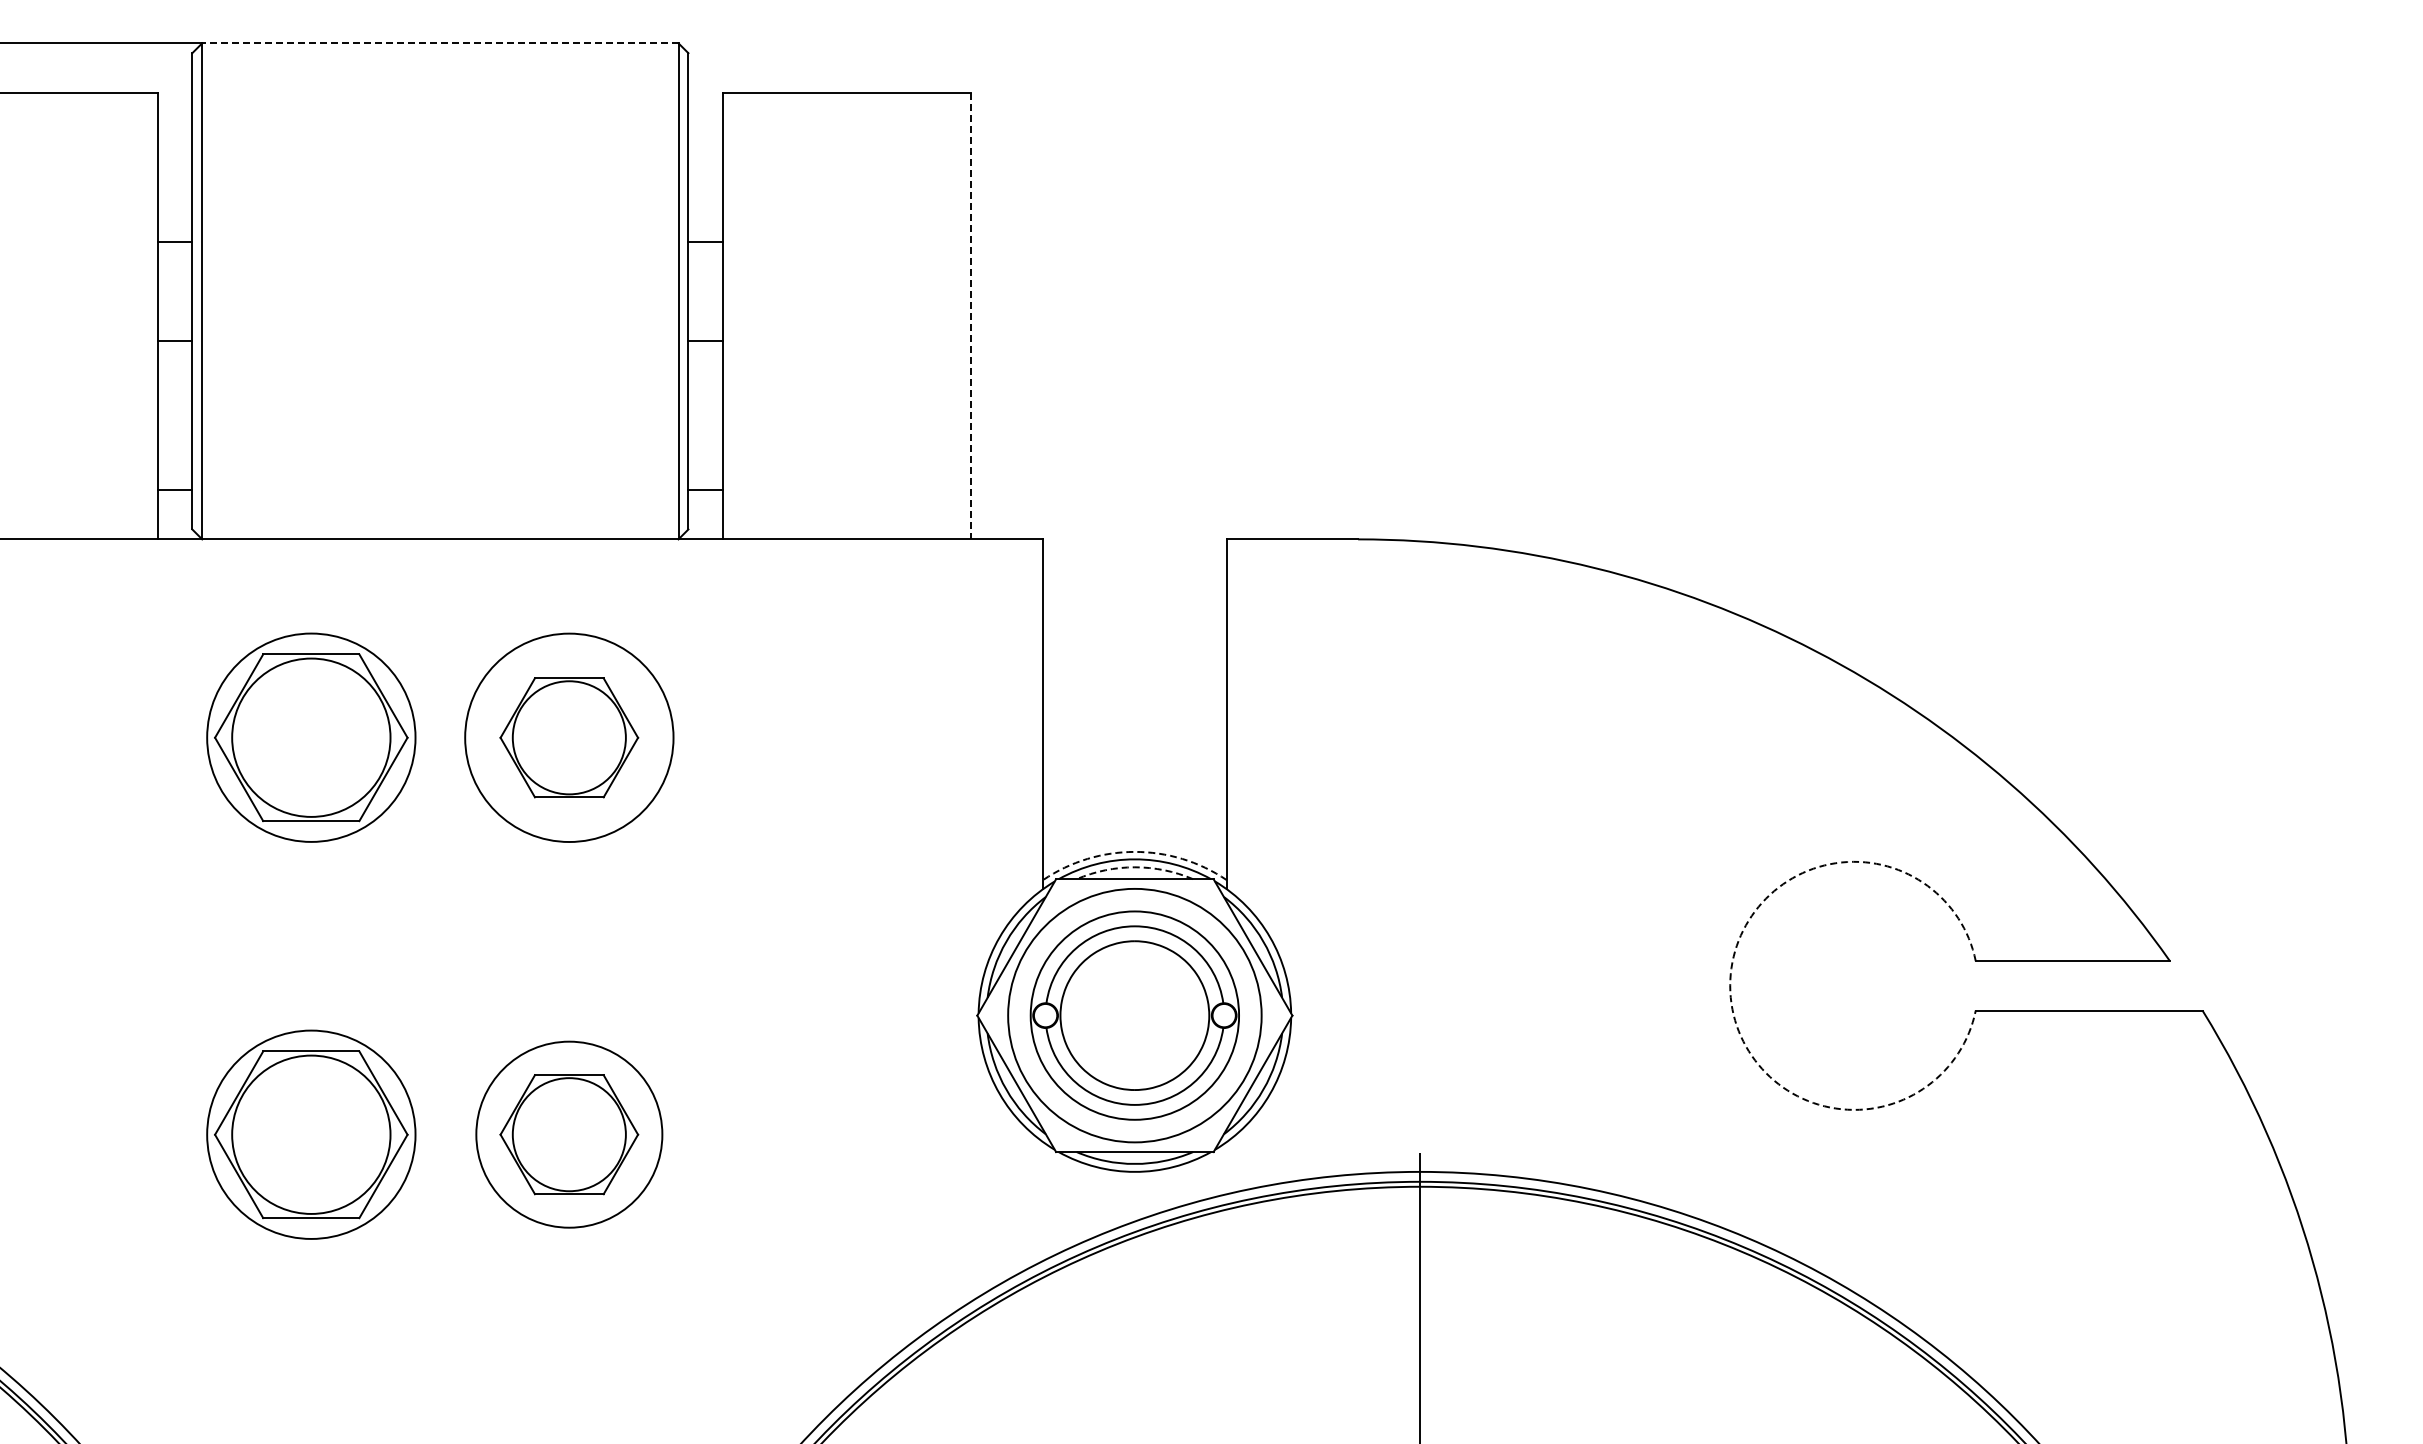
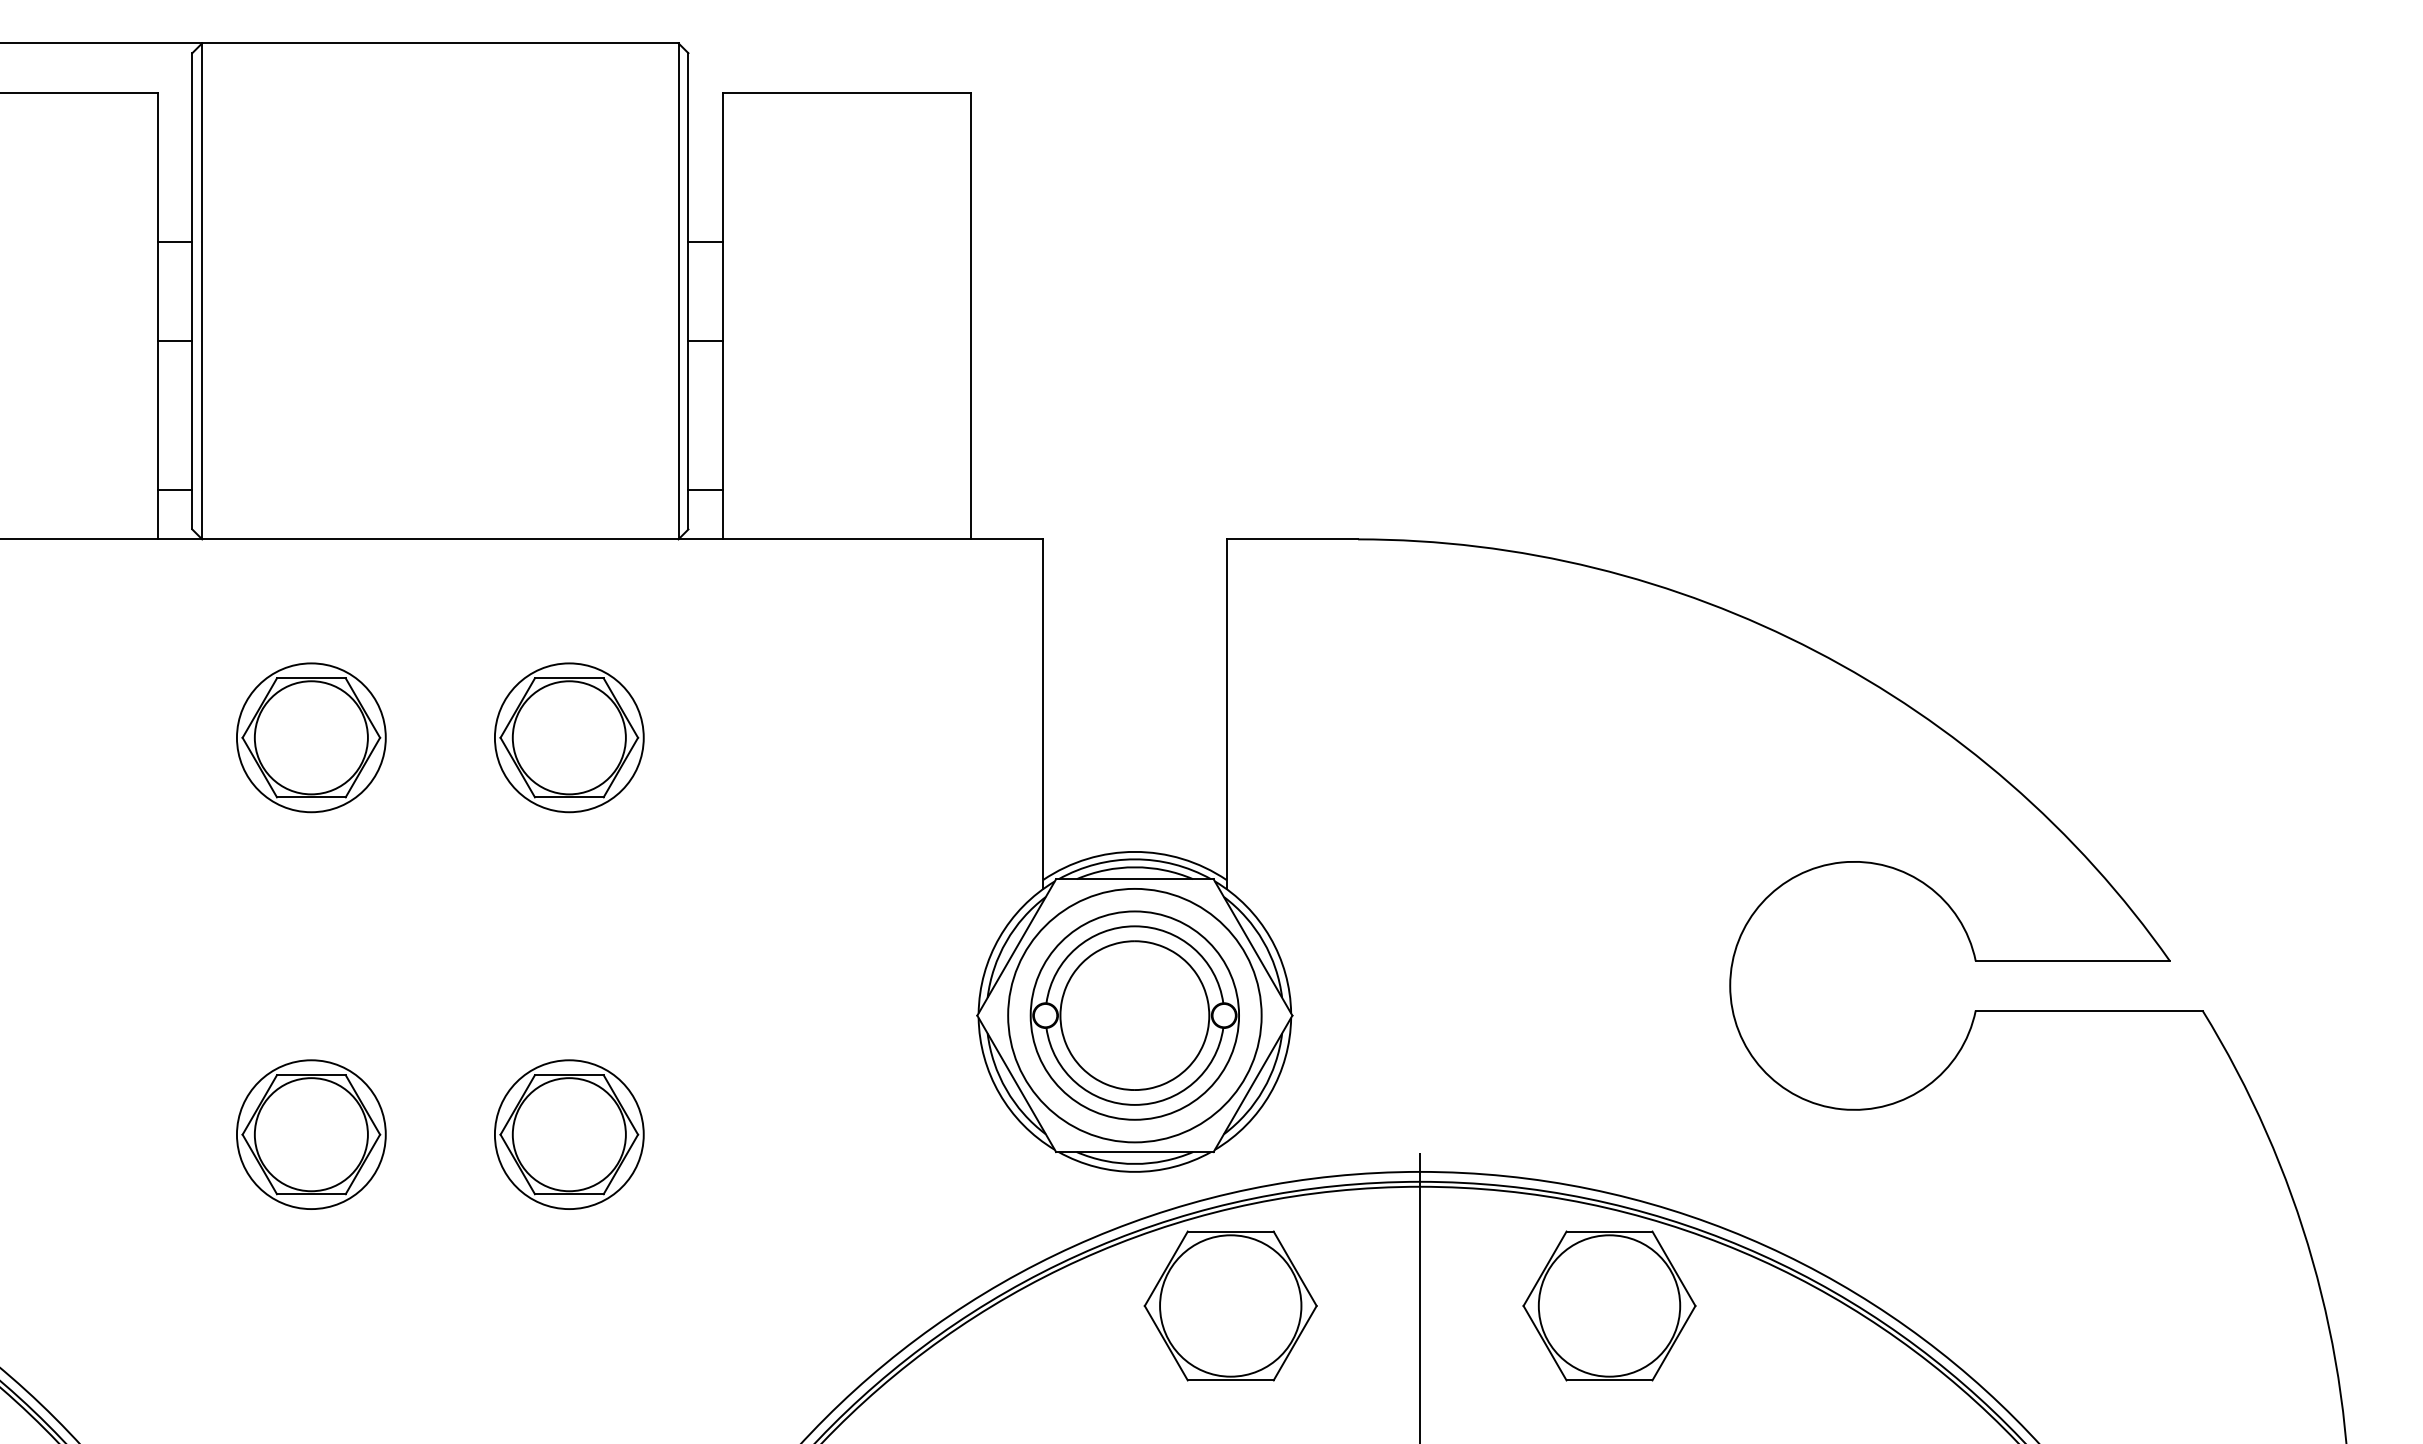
line at (439, 43): dashed -> solid
line at (971, 316): dashed -> solid
part at (311, 737) size: 211x211 px -> 151x152 px
circle at (569, 737) diameter: 208 px -> 149 px
arc at (1134, 851): dashed -> solid
arc at (1134, 867): dashed -> solid
arc at (1730, 985): dashed -> solid
part at (311, 1134) size: 211x211 px -> 151x151 px
circle at (569, 1134) diameter: 186 px -> 149 px
part at (1230, 1305): none -> present
part at (1609, 1305): none -> present
